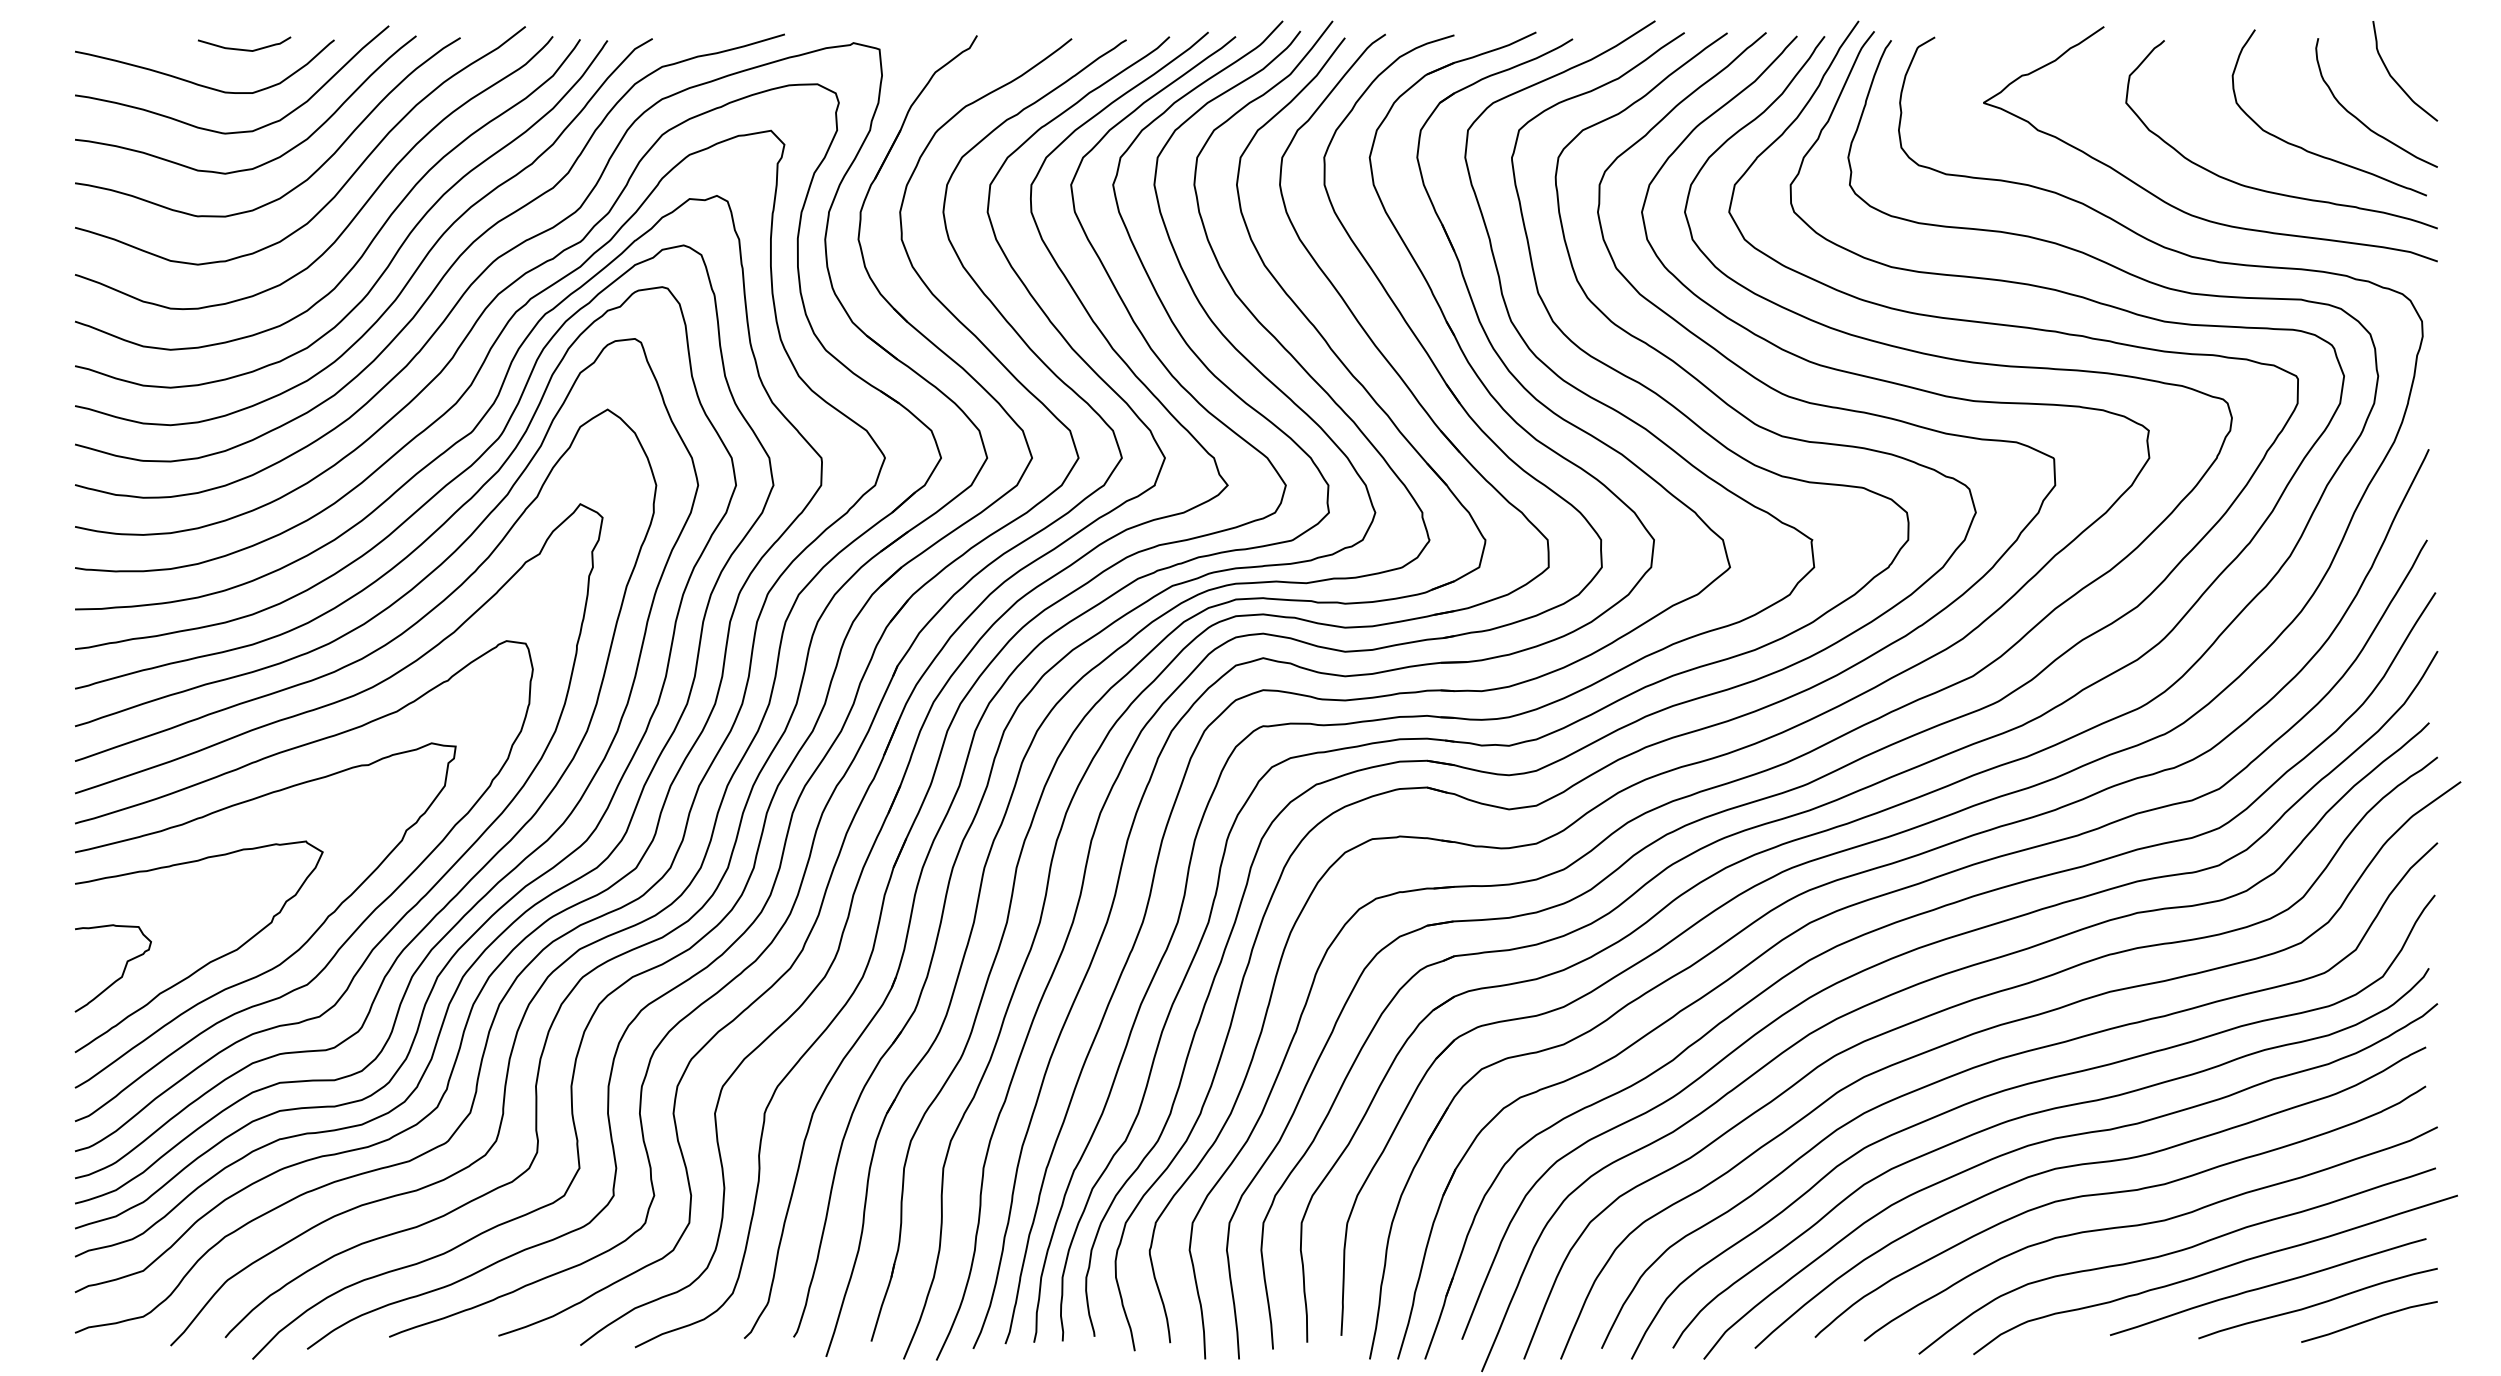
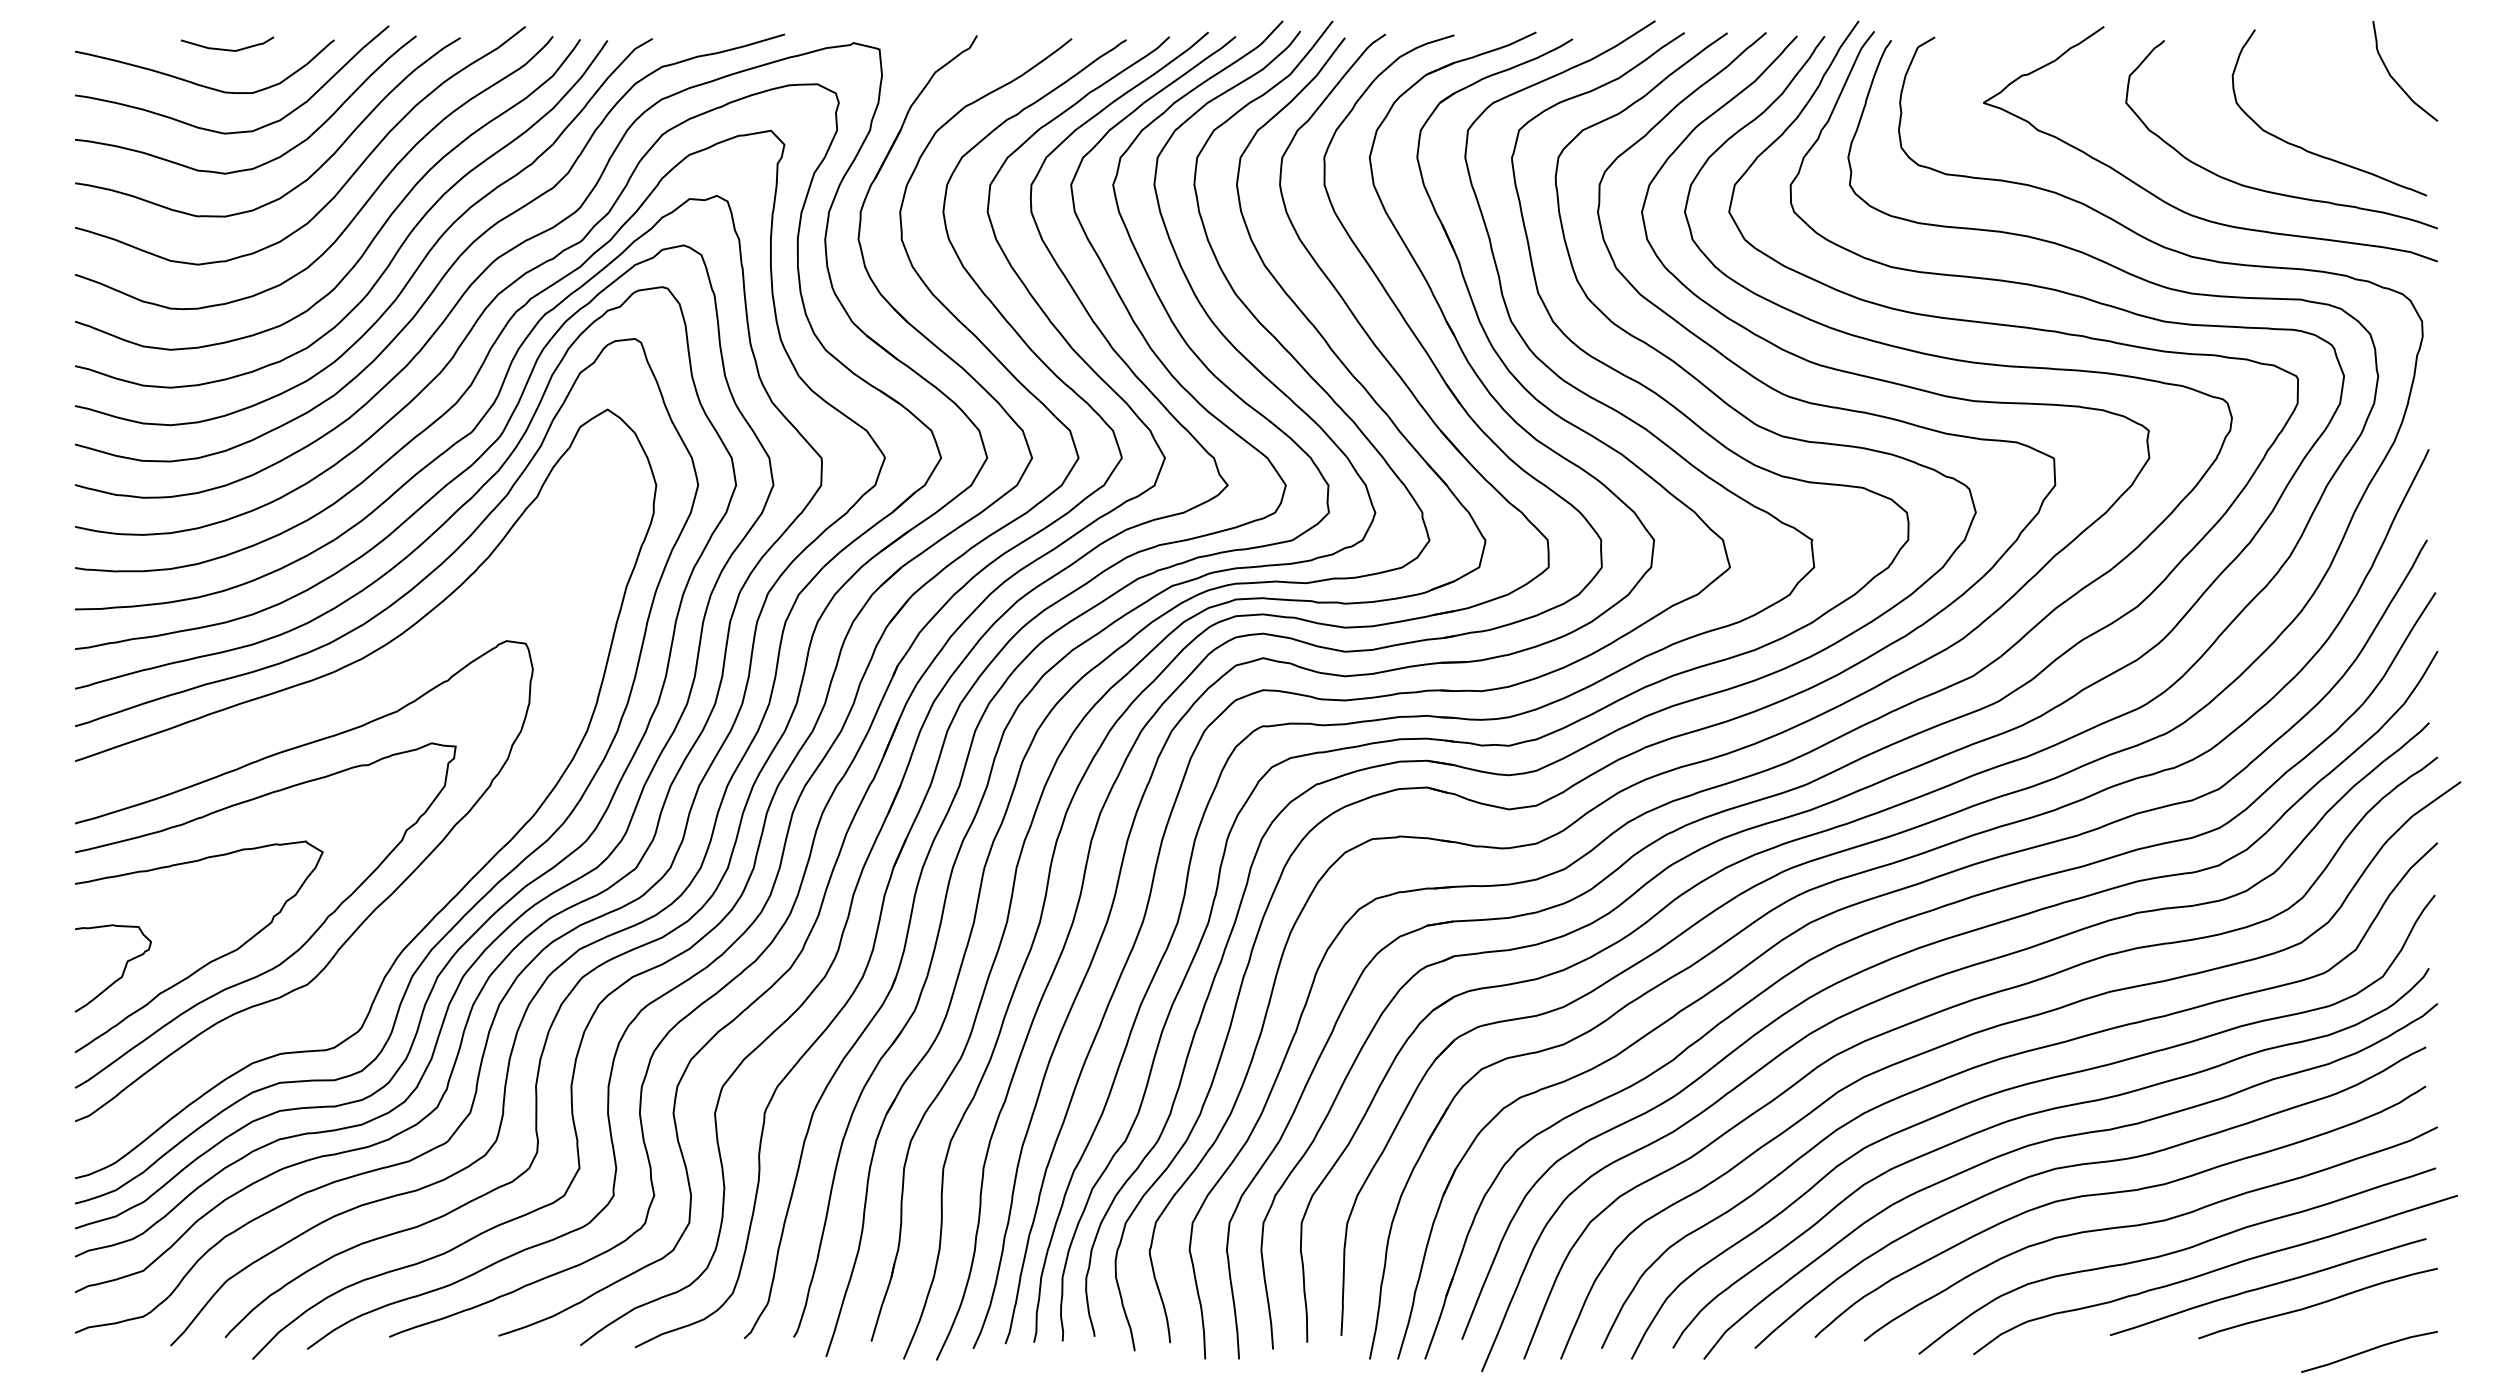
curve at (244, 49) position: (244, 49) -> (227, 49)
curve at (2362, 121): present -> none
curve at (416, 902): present -> none
line at (2369, 1321) position: (2369, 1321) -> (2369, 1351)
